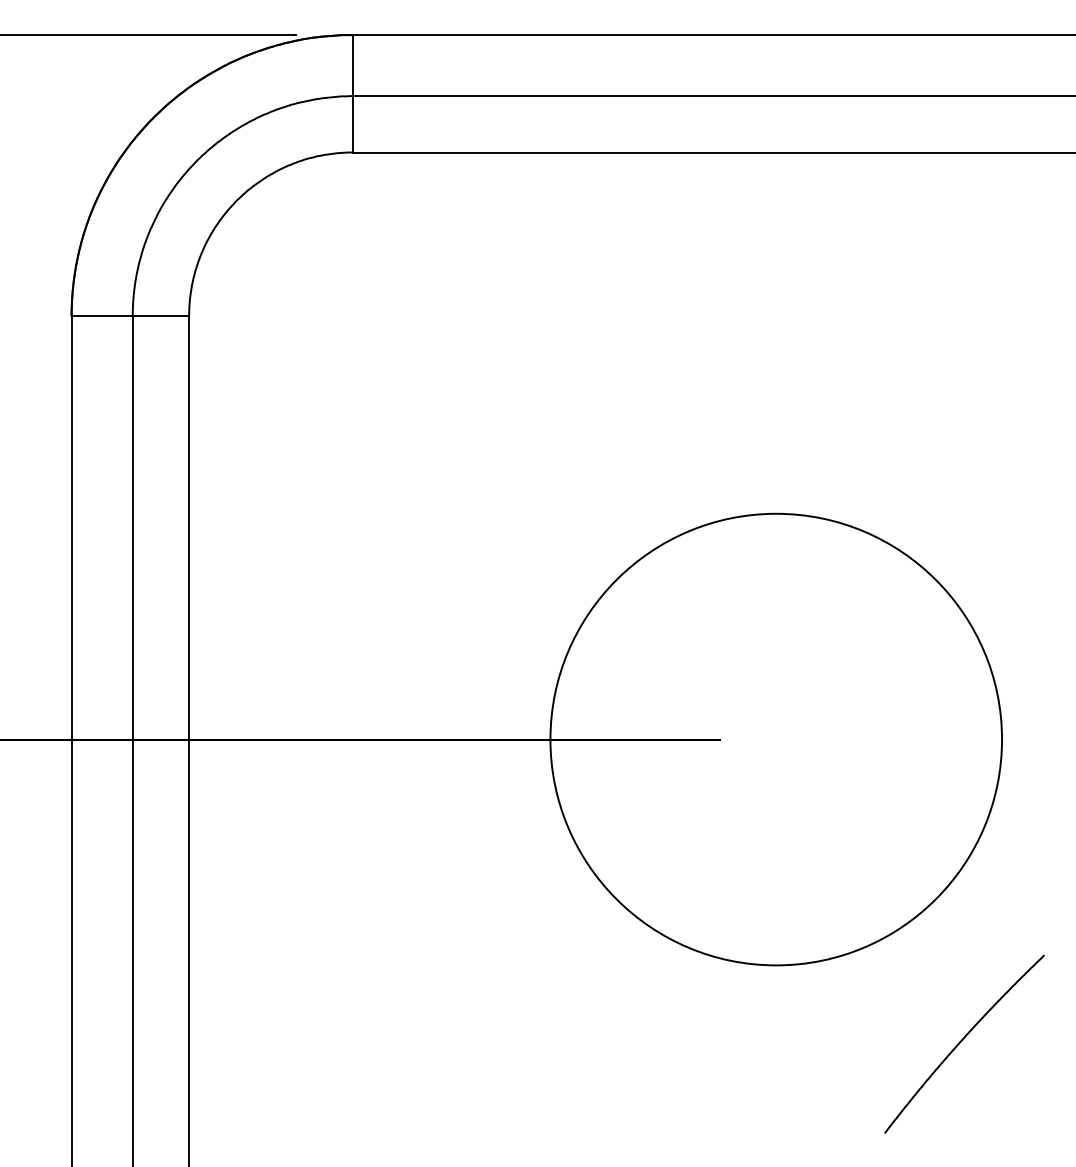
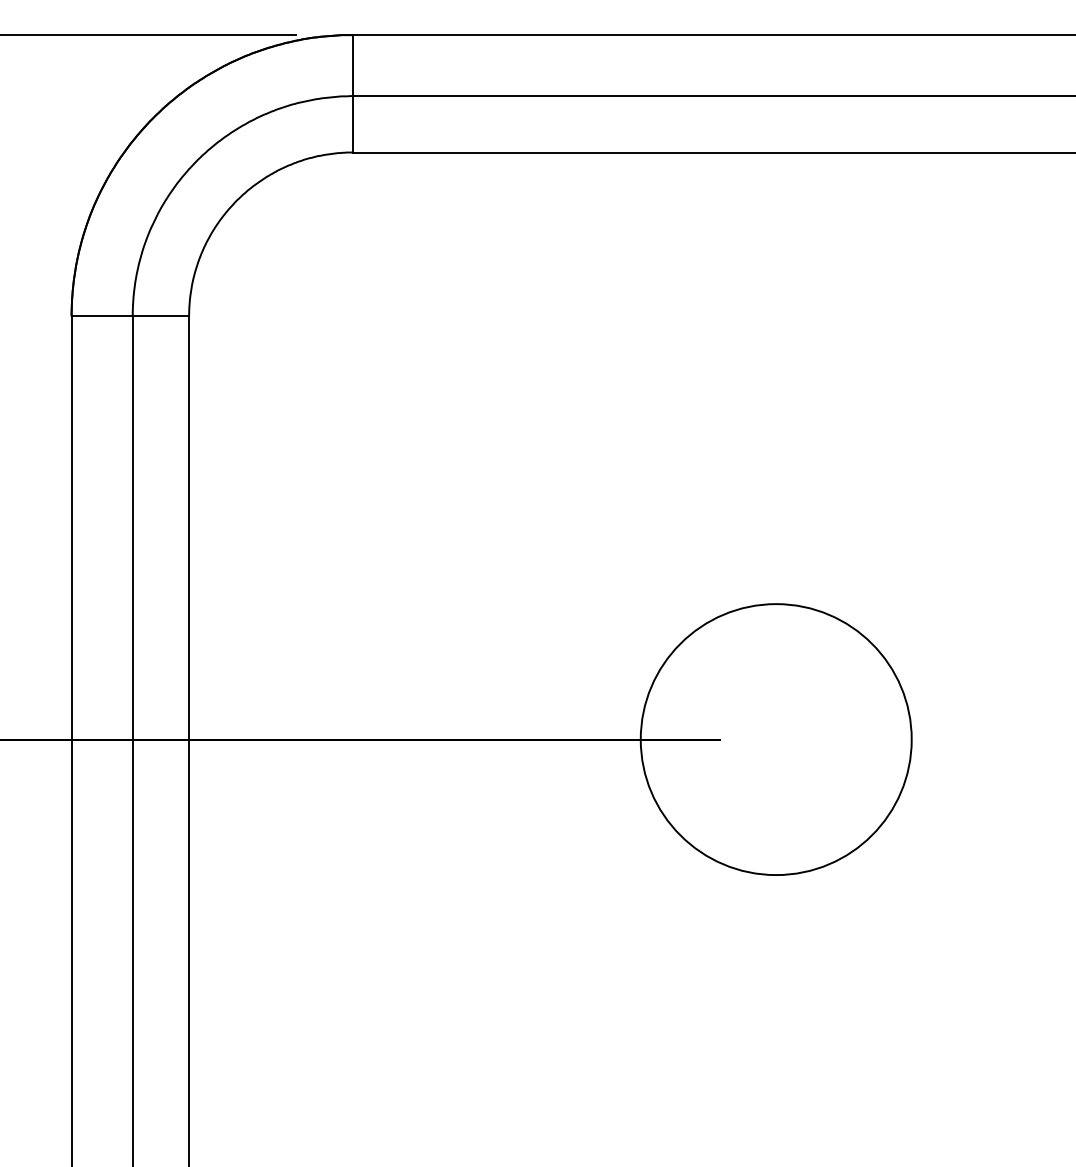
circle at (776, 739) diameter: 452 px -> 271 px
curve at (962, 1041): present -> none
